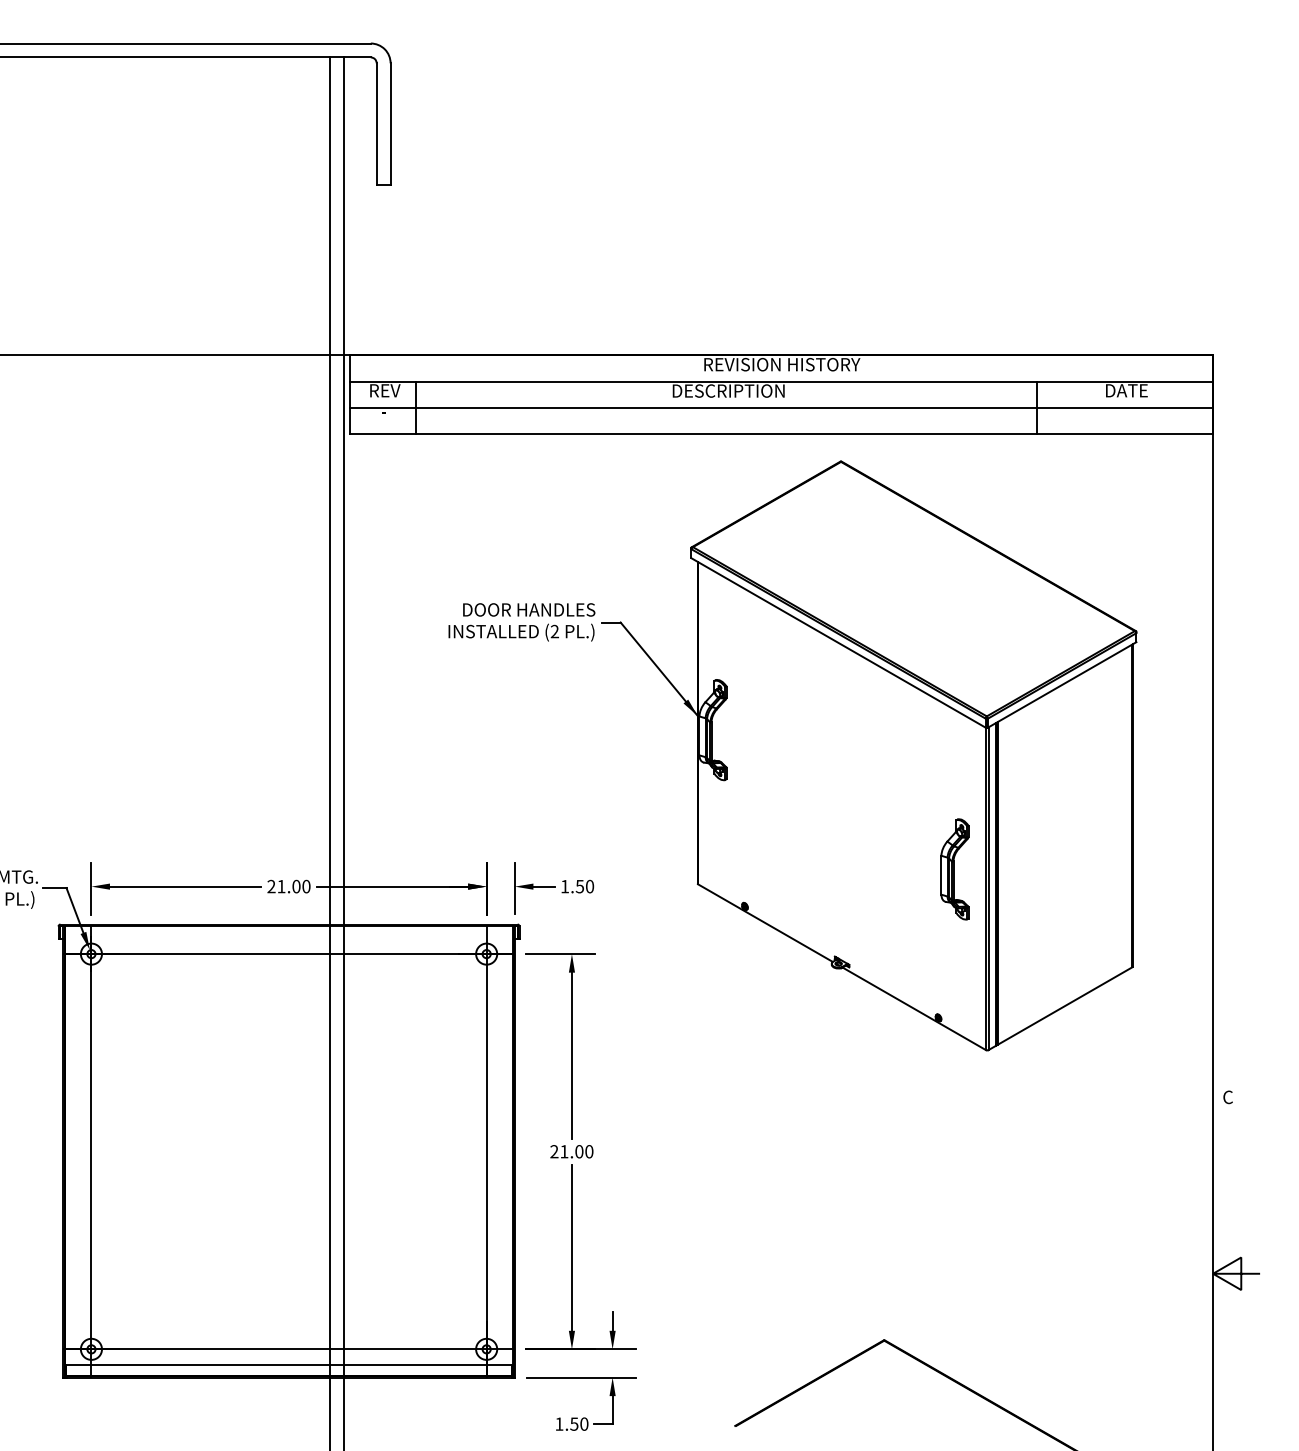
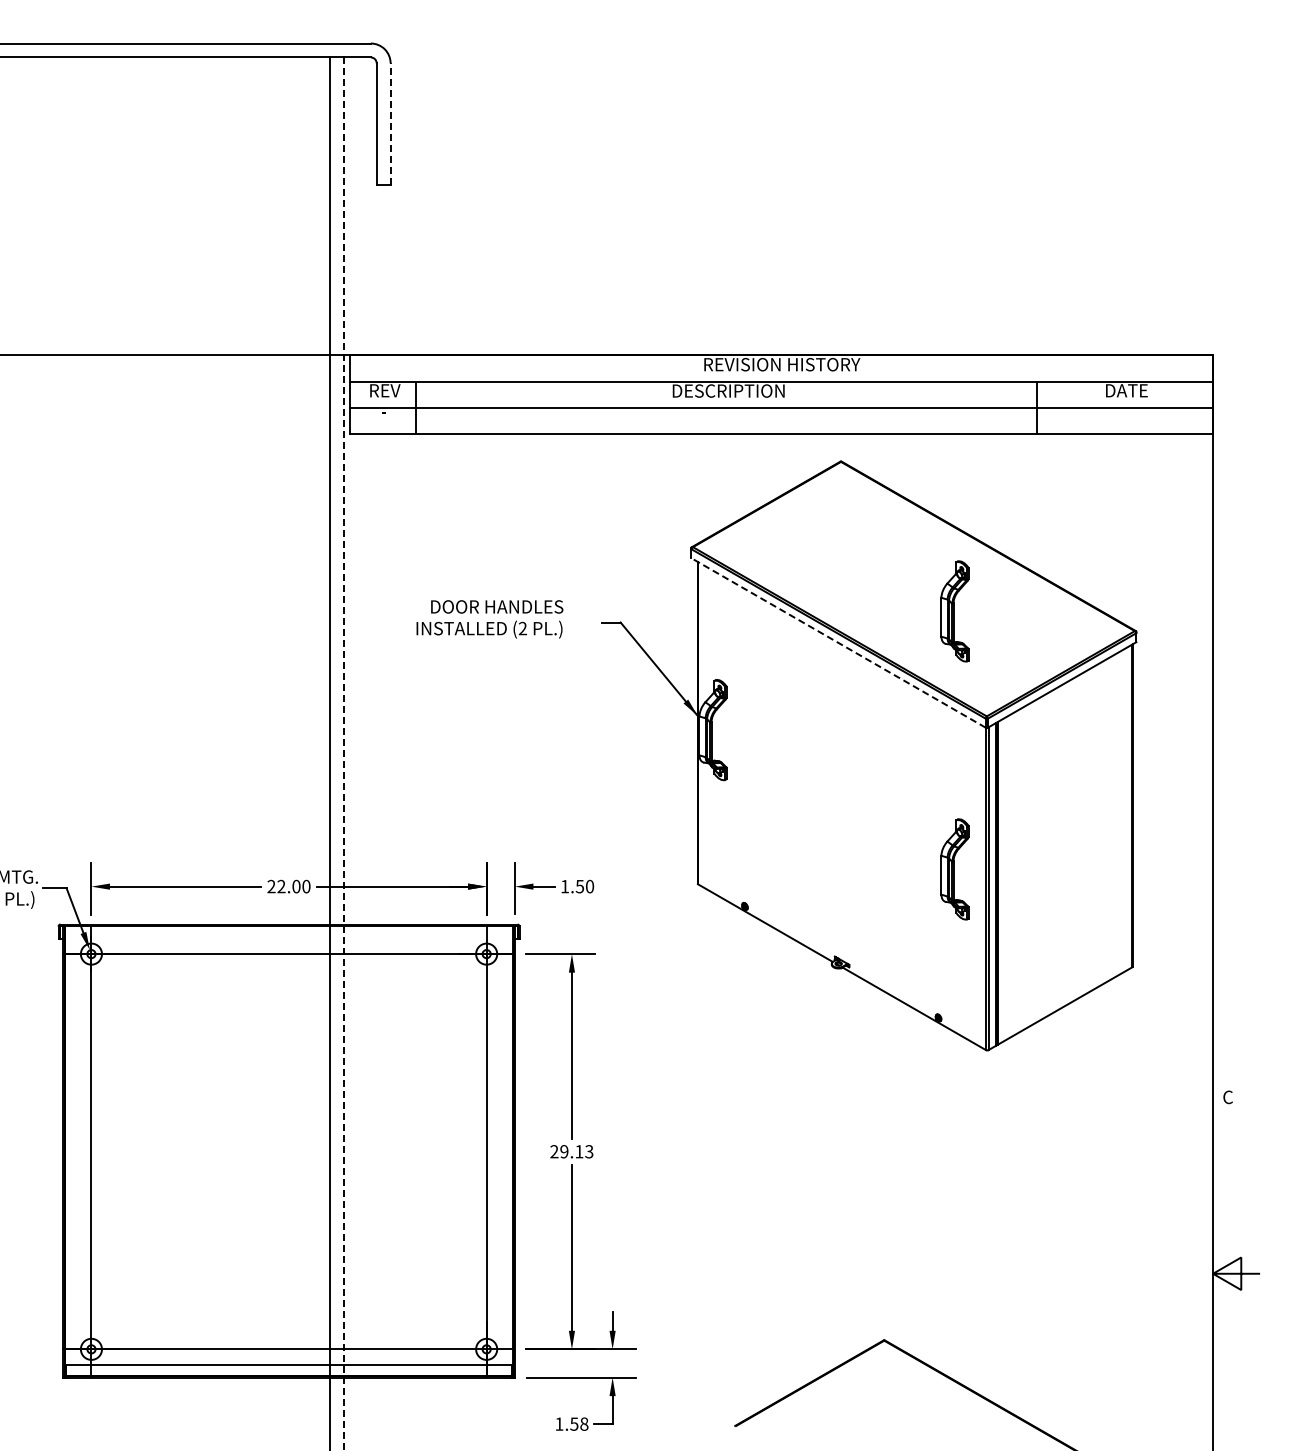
line at (390, 124): solid -> dashed
part at (954, 611): none -> present
text at (521, 622) position: (521, 622) -> (489, 619)
line at (838, 643): solid -> dashed
line at (343, 753): solid -> dashed
text at (281, 886): 21.00 -> 22.00
text at (576, 1151): 21.00 -> 29.13
text at (584, 1424): 1.50 -> 1.58
